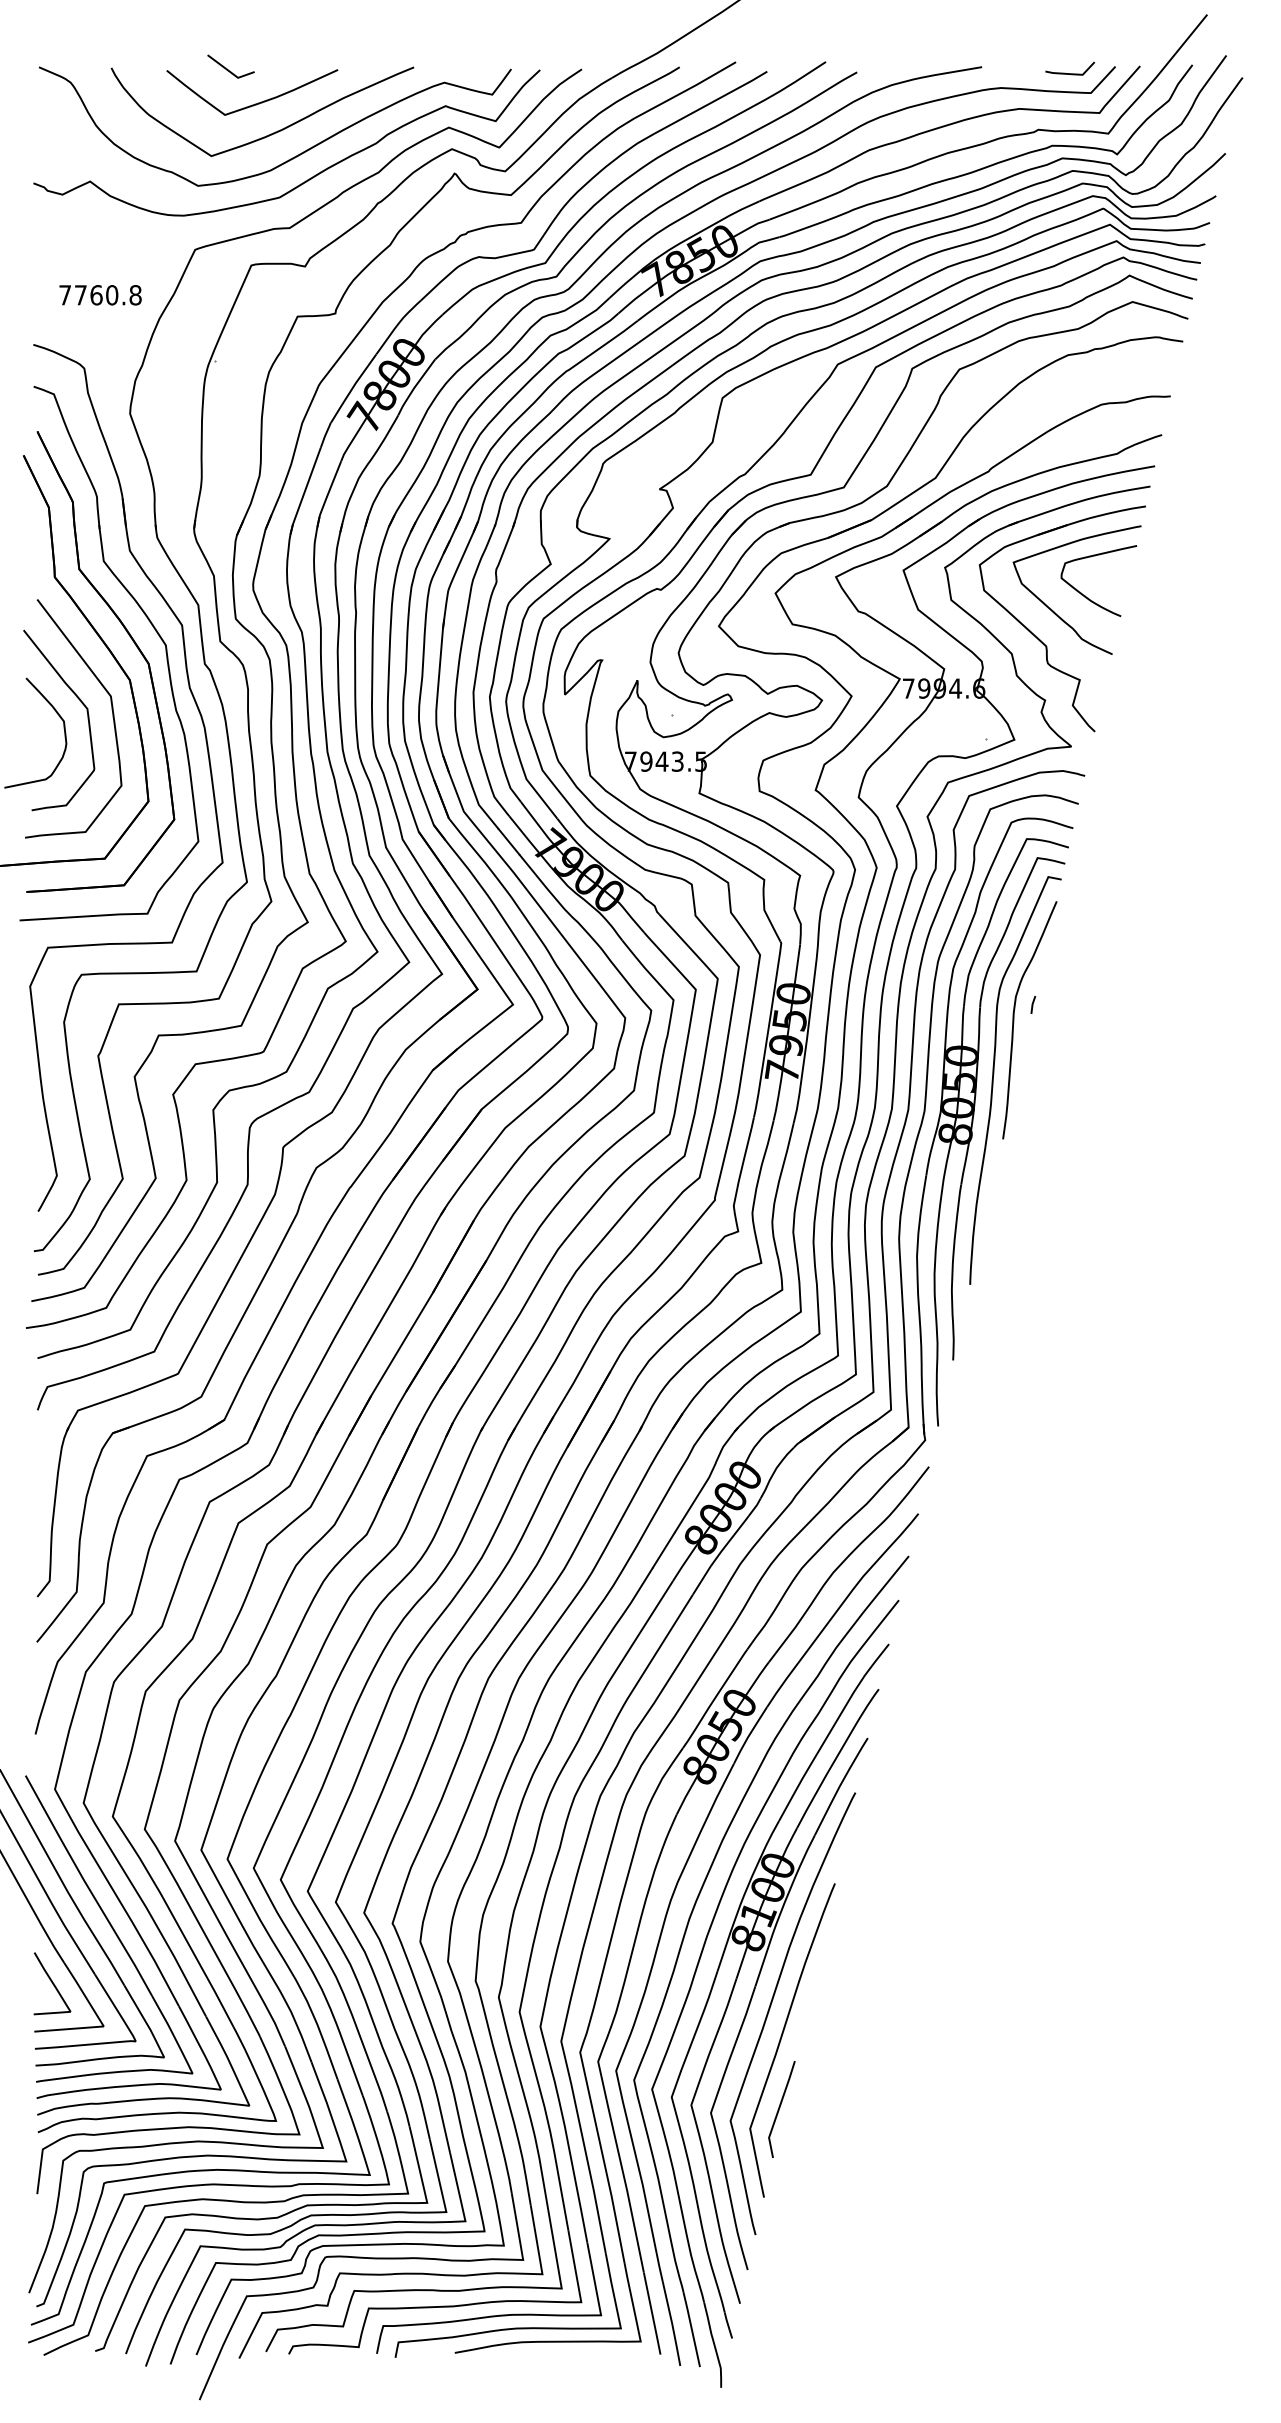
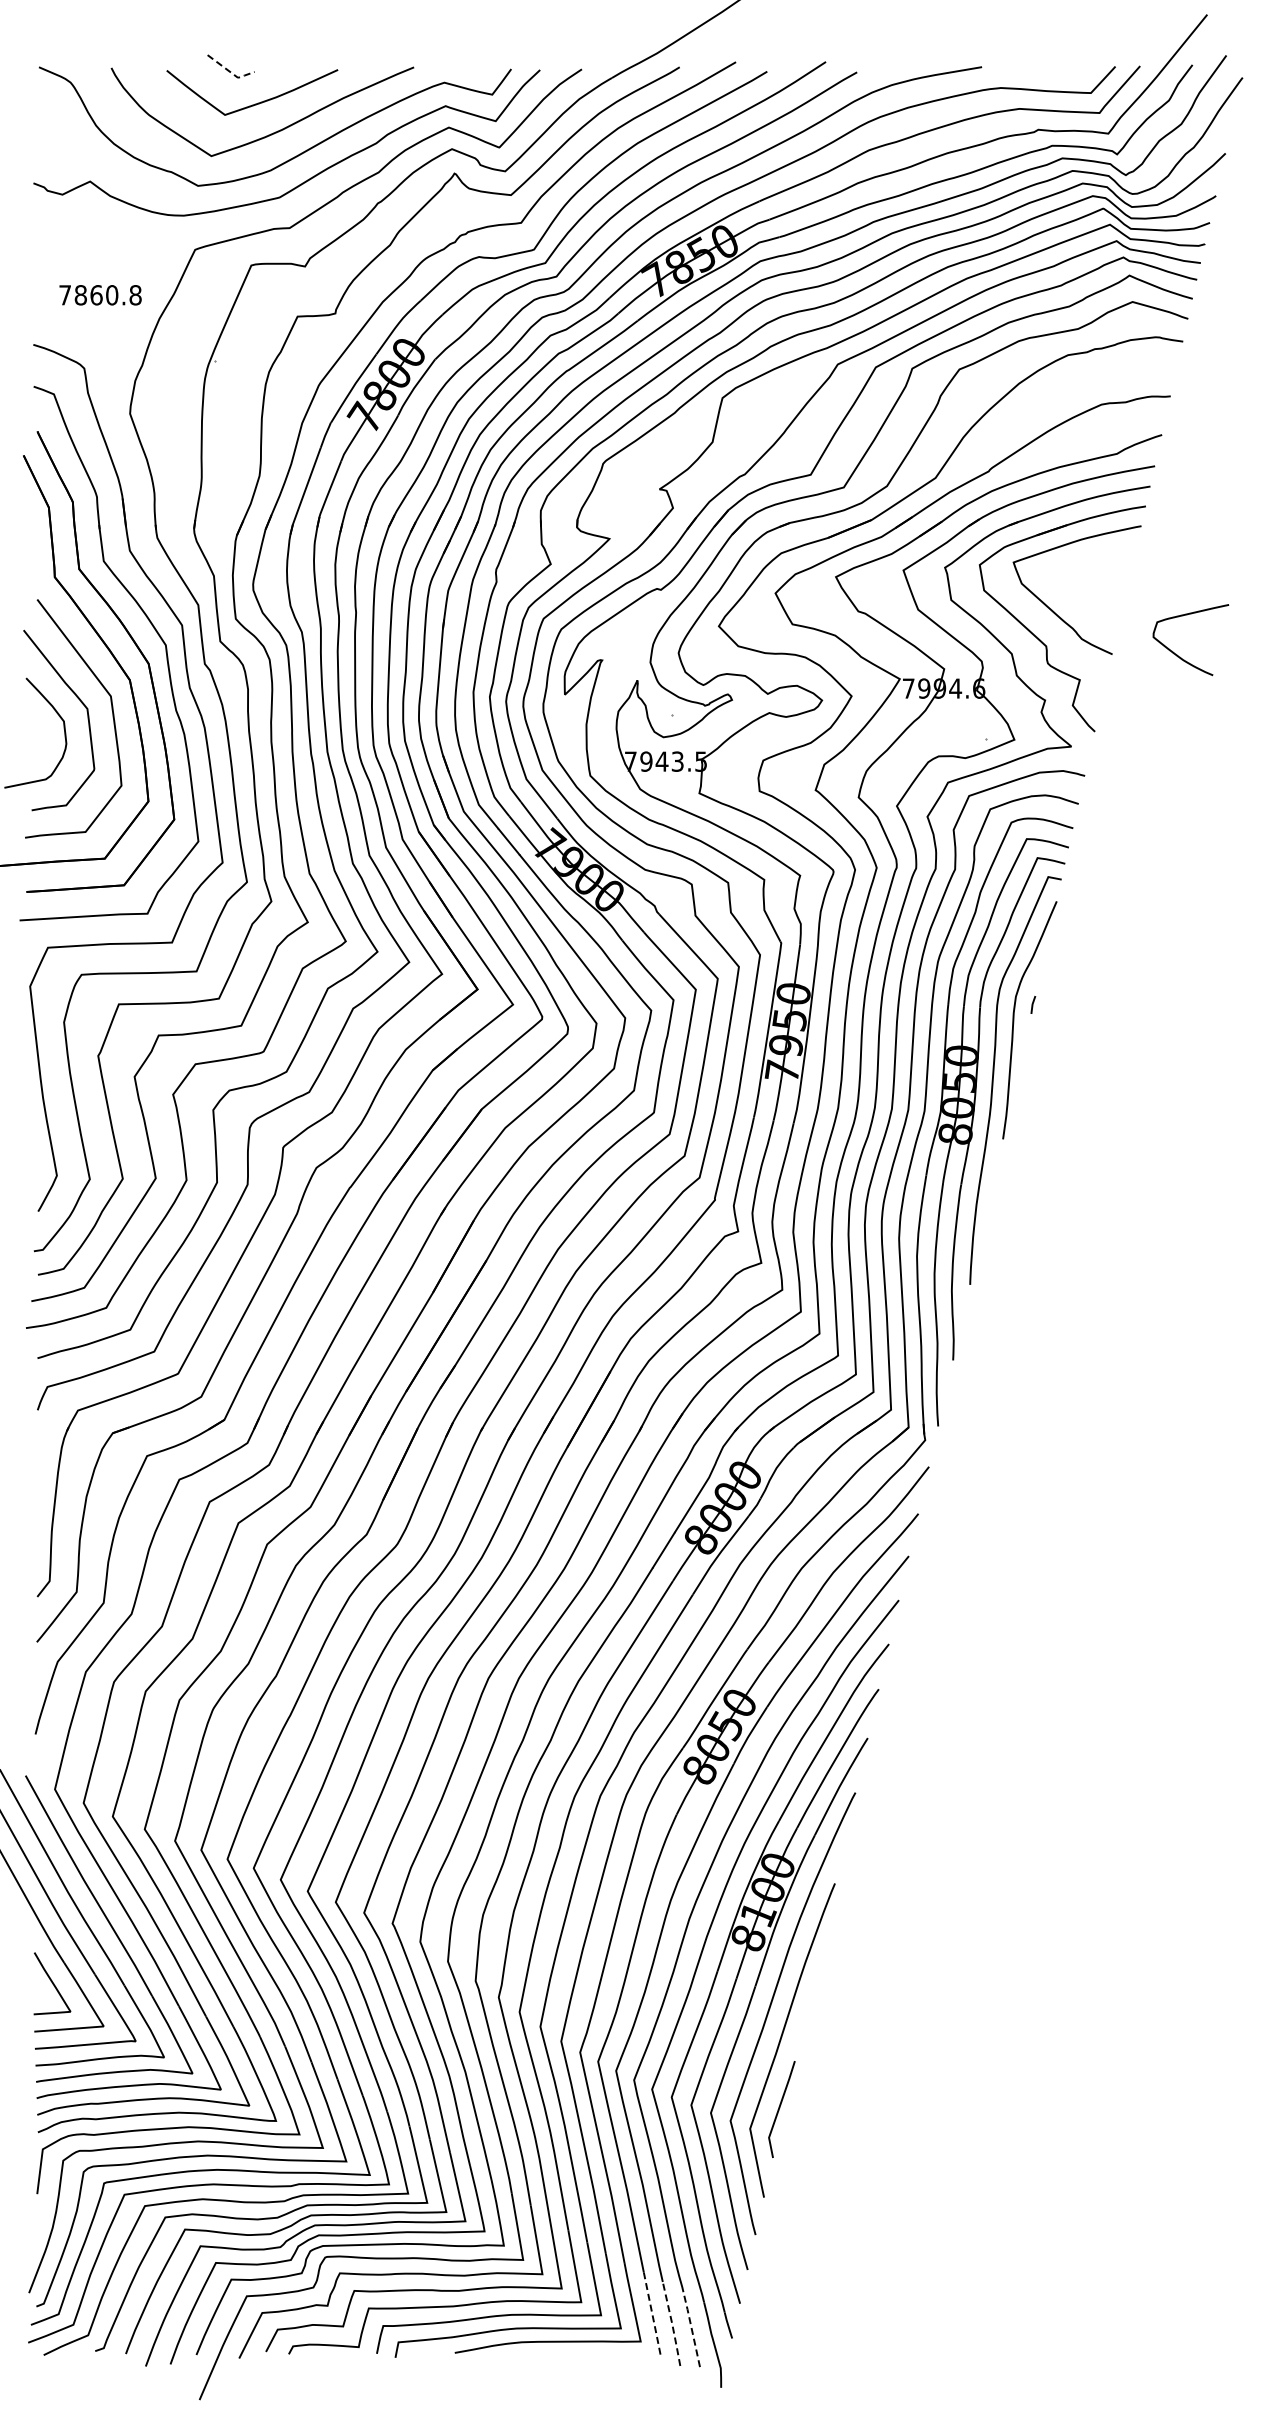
line at (231, 73): solid -> dashed
line at (1069, 73): present -> none
text at (80, 295): 7760.8 -> 7860.8
curve at (1088, 597) position: (1088, 597) -> (1180, 656)
line at (652, 2313): solid -> dashed
line at (672, 2324): solid -> dashed
line at (691, 2328): solid -> dashed
